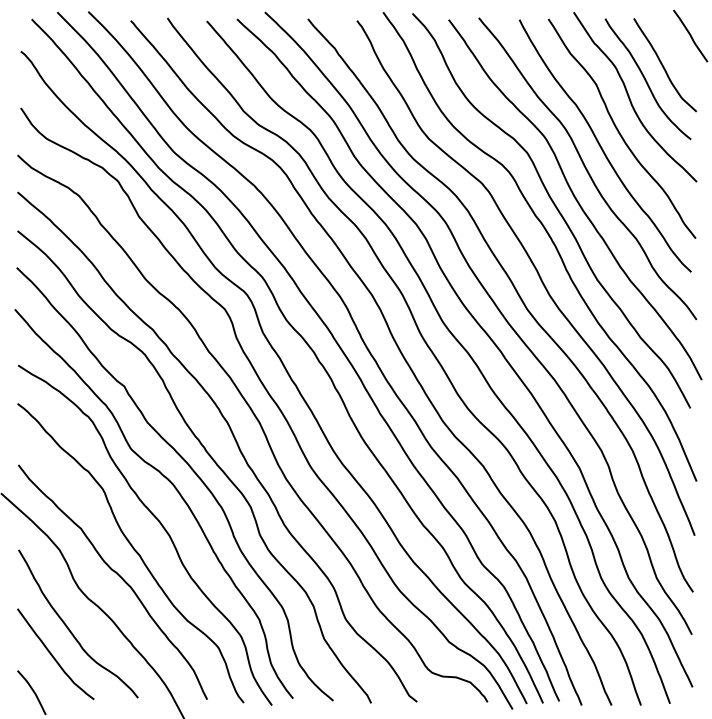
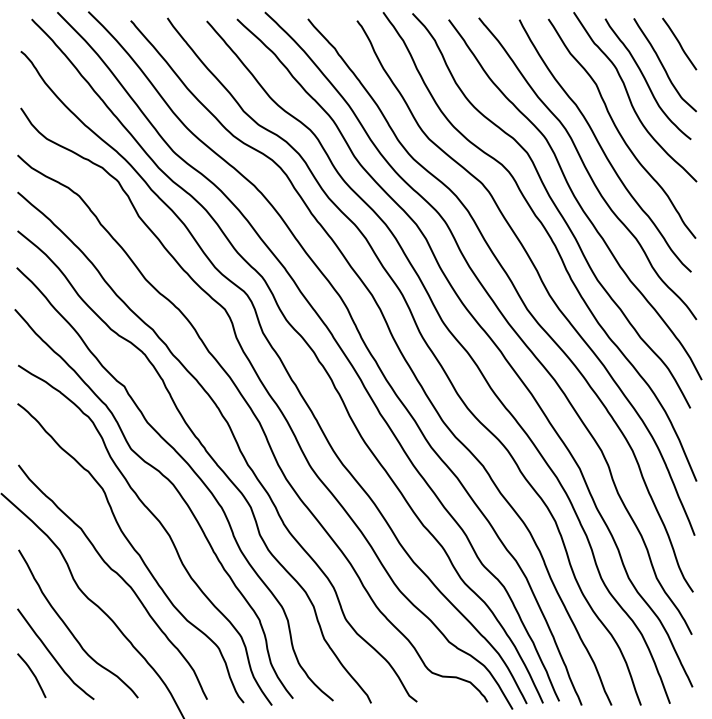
line at (690, 35) position: (690, 35) -> (679, 43)
curve at (32, 691) position: (32, 691) -> (32, 674)
